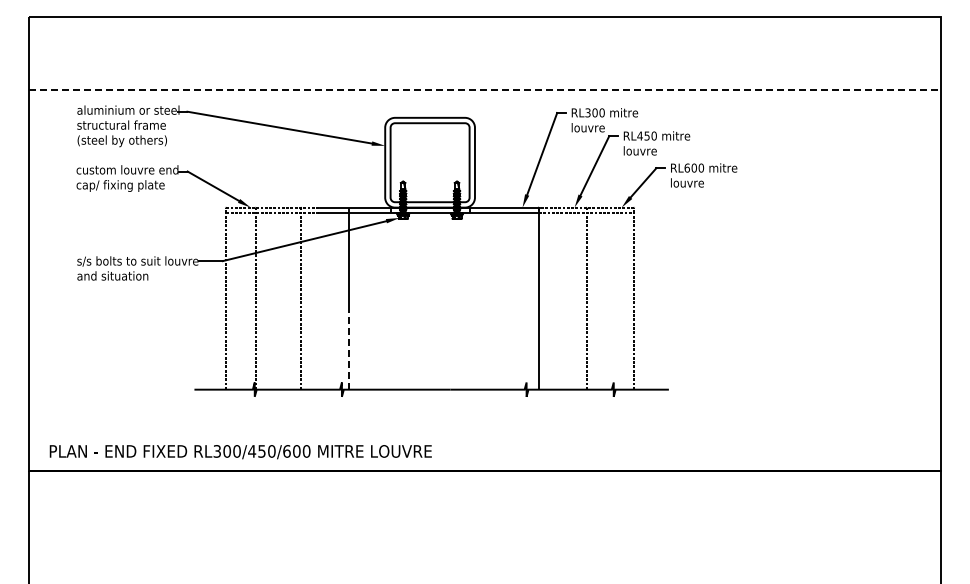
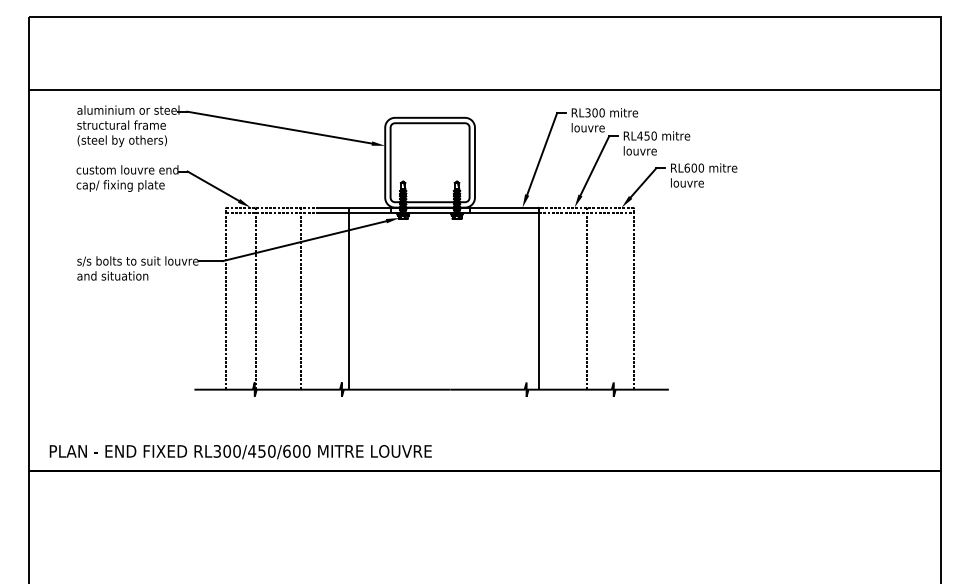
line at (484, 89): dashed -> solid
line at (348, 350): dashed -> solid
